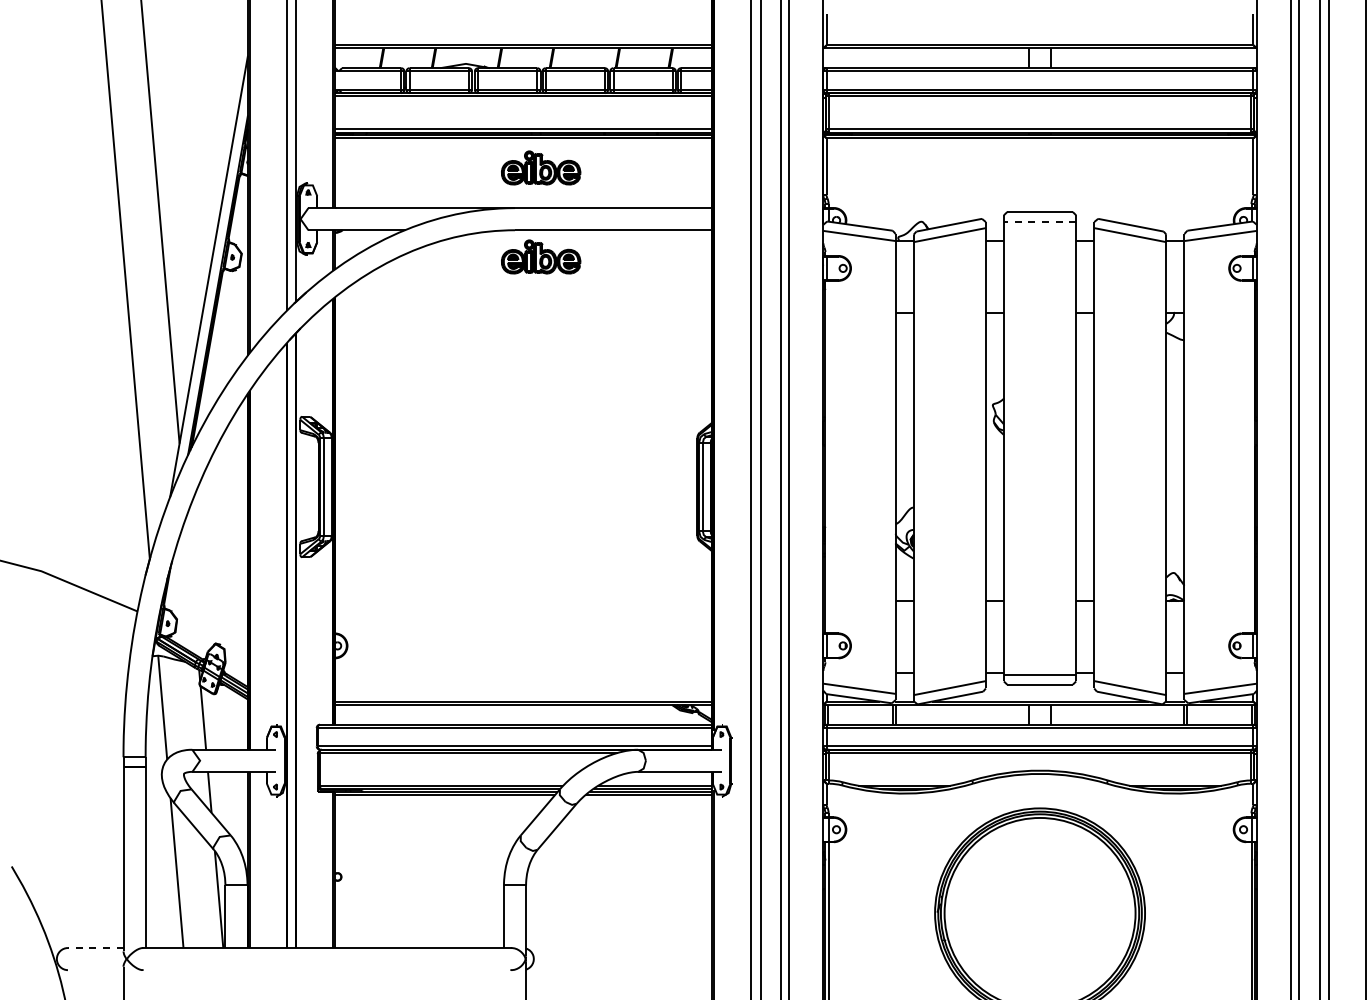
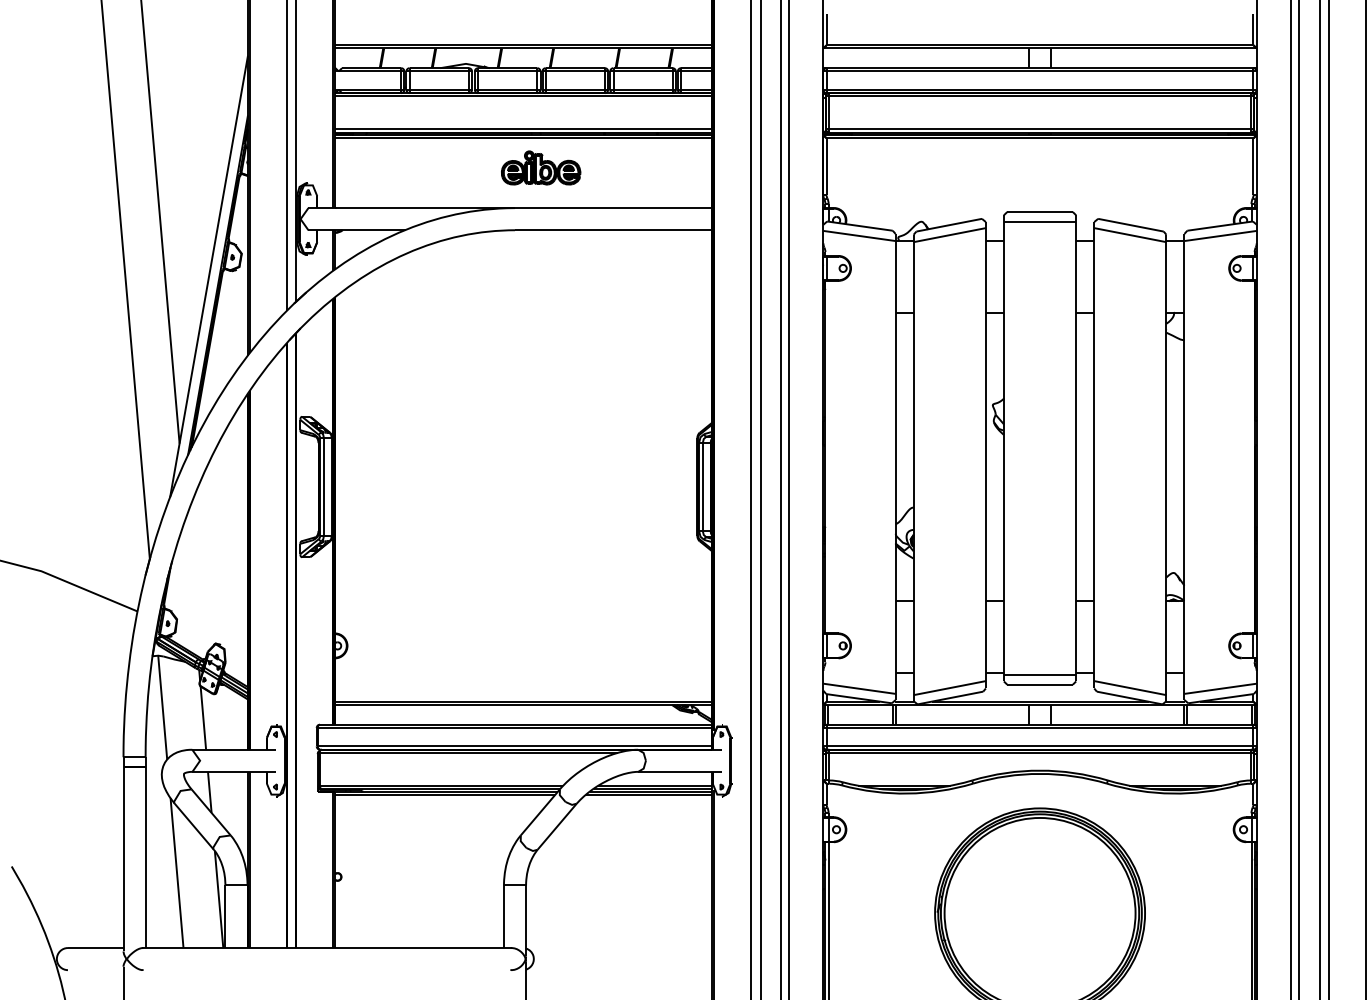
line at (1039, 221): dashed -> solid
part at (541, 256): present -> none
line at (95, 948): dashed -> solid
